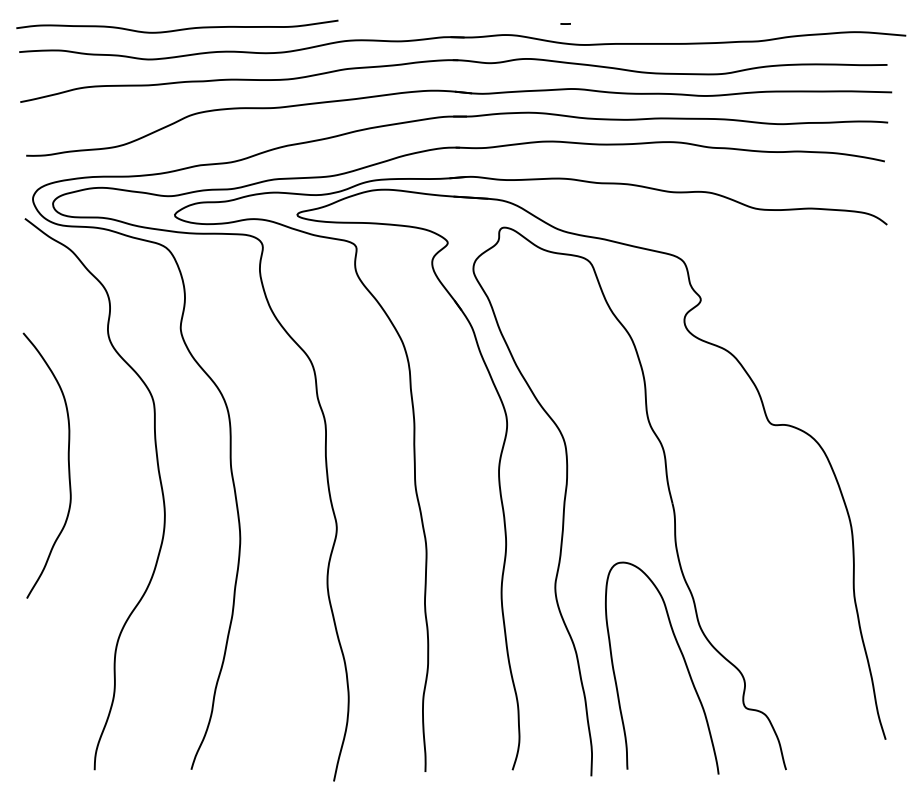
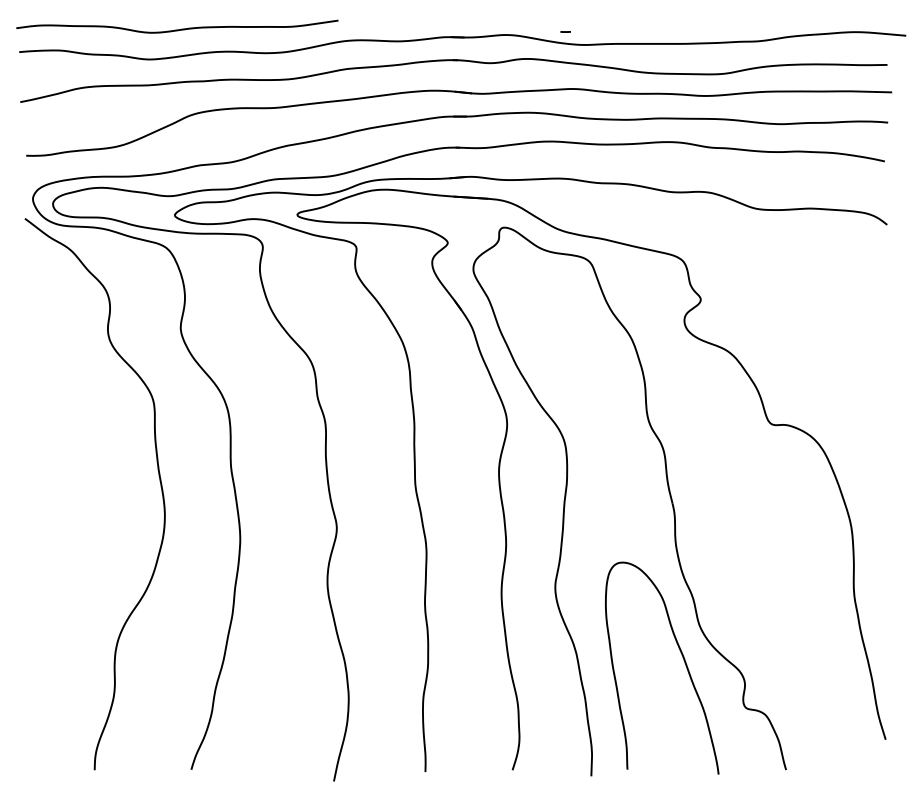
line at (565, 23) position: (565, 23) -> (565, 31)
curve at (67, 460): present -> none
